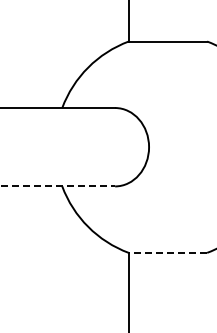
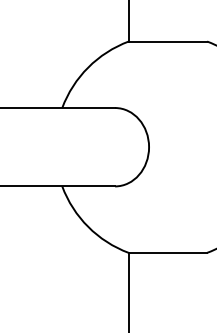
line at (58, 186): dashed -> solid
line at (167, 252): dashed -> solid
